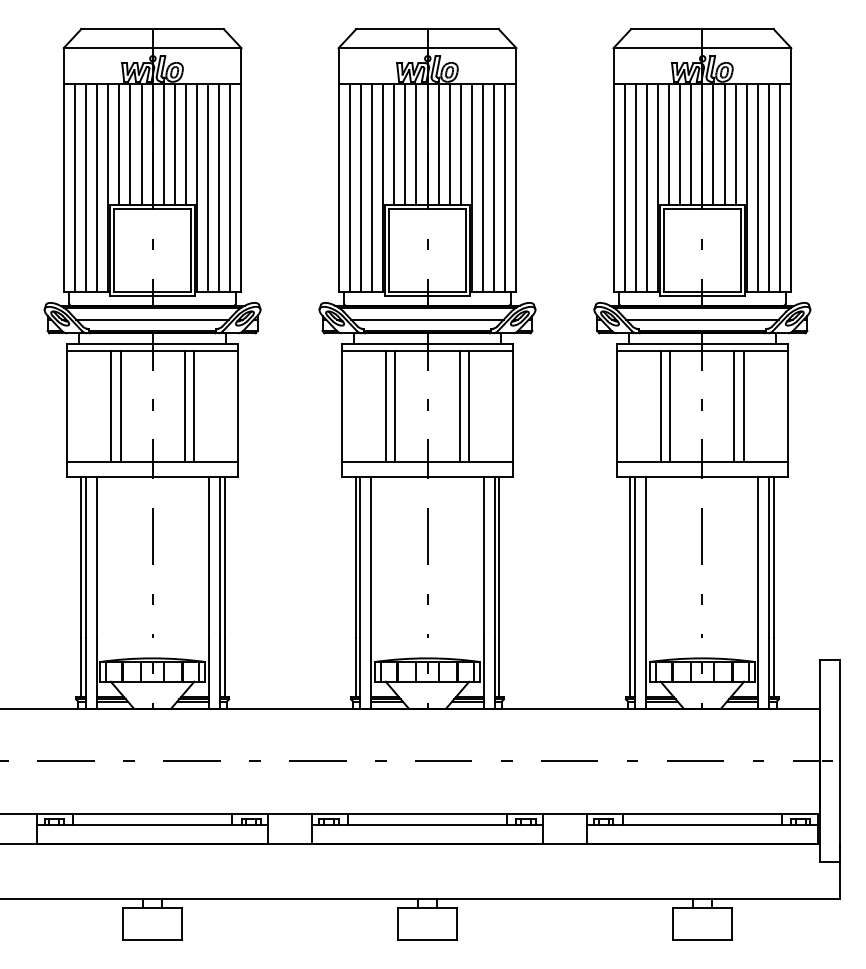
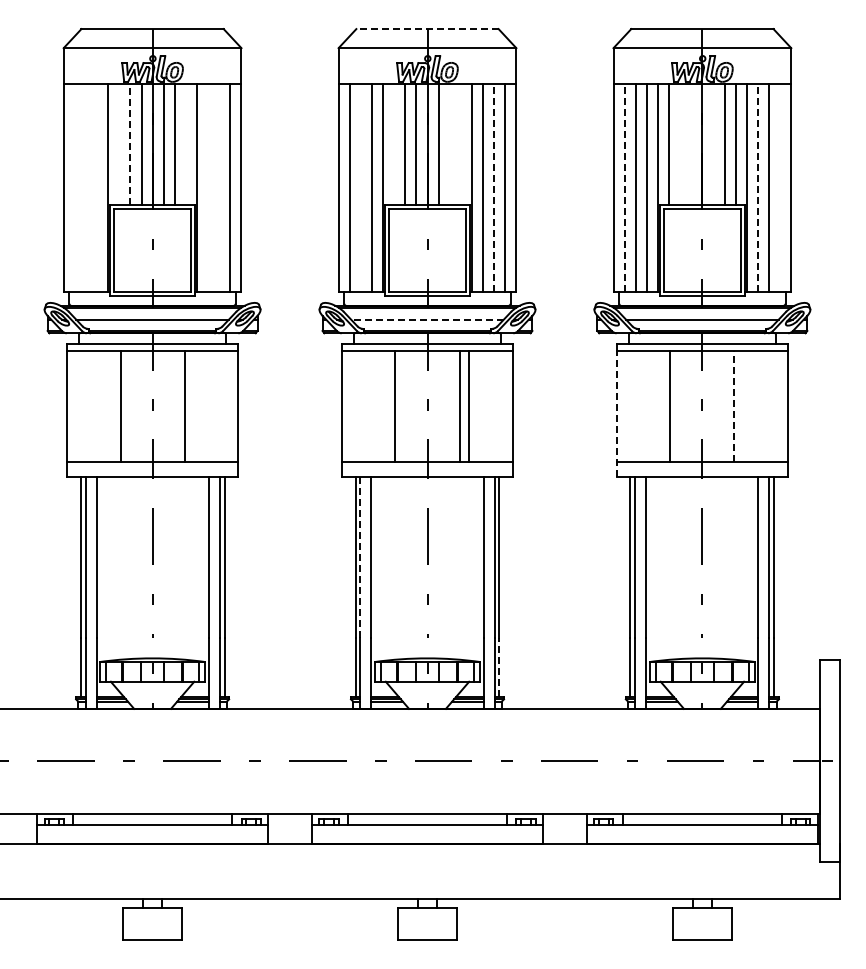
line at (427, 29): solid -> dashed
line at (119, 144): present -> none
line at (130, 144): solid -> dashed
line at (185, 144): present -> none
line at (394, 144): present -> none
line at (449, 144): present -> none
line at (460, 144): present -> none
line at (680, 144): present -> none
line at (691, 144): present -> none
line at (713, 144): present -> none
line at (75, 187): present -> none
line at (86, 187): present -> none
line at (97, 187): present -> none
line at (207, 187): present -> none
line at (218, 187): present -> none
line at (361, 187): present -> none
line at (779, 187): present -> none
line at (493, 188): solid -> dashed
line at (624, 188): solid -> dashed
line at (757, 188): solid -> dashed
line at (427, 319): solid -> dashed
line at (111, 406): present -> none
line at (193, 406): present -> none
line at (386, 406): present -> none
line at (661, 406): present -> none
line at (734, 406): solid -> dashed
line at (743, 406): present -> none
line at (616, 414): solid -> dashed
line at (360, 556): solid -> dashed
line at (499, 667): solid -> dashed
